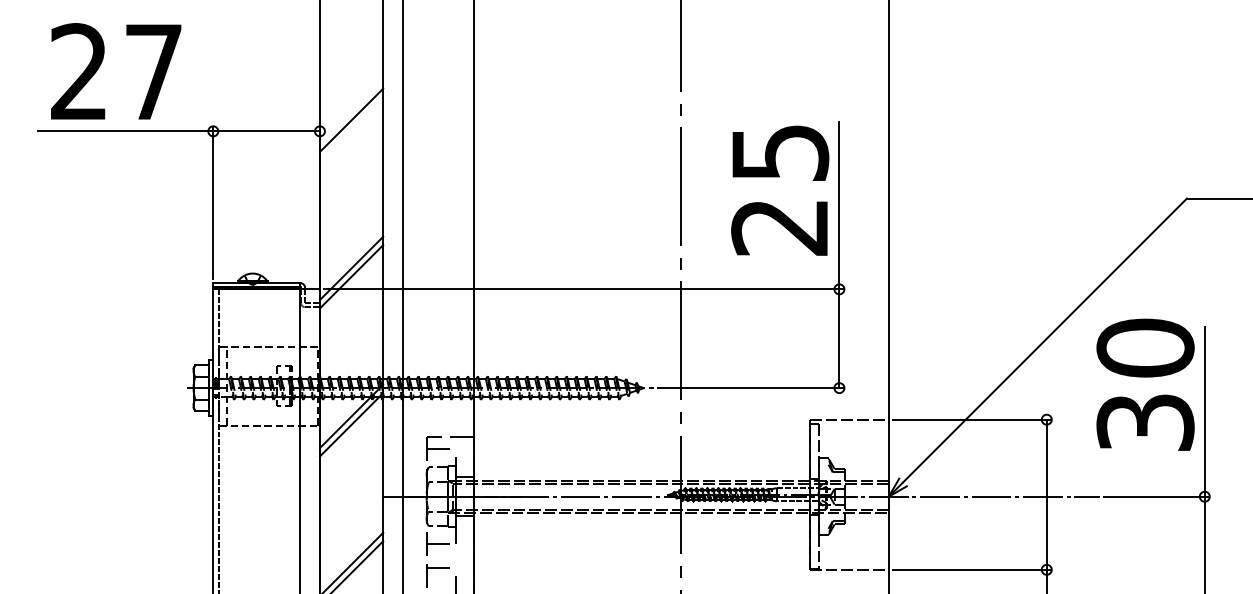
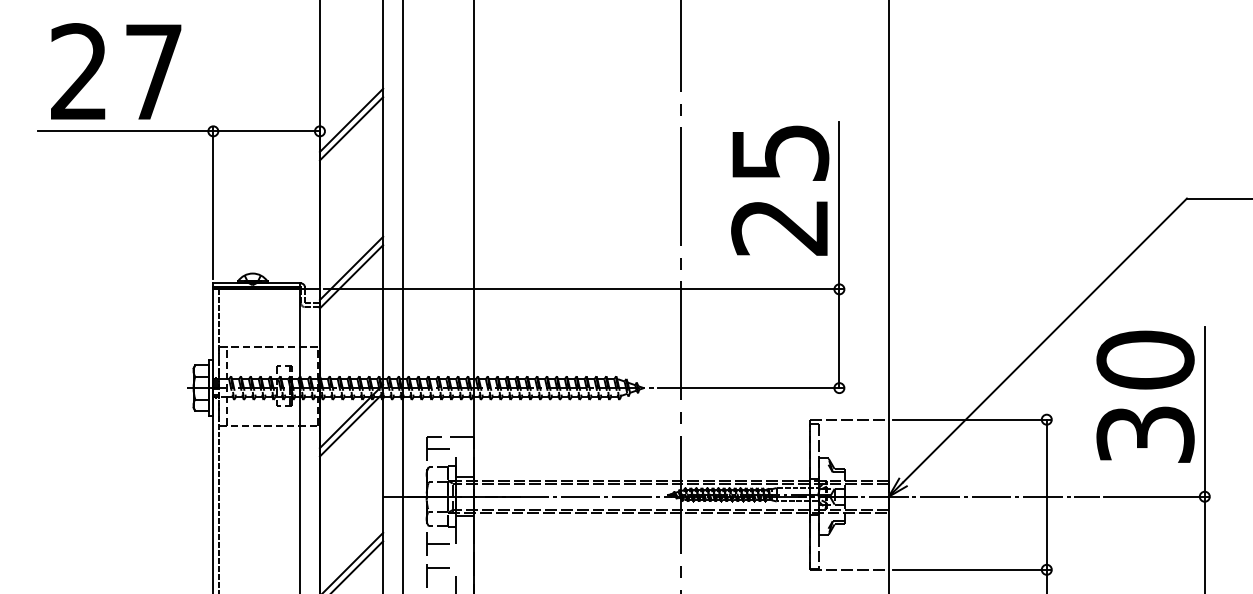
line at (351, 128): none -> present
text at (1145, 384) position: (1145, 384) -> (1145, 396)
